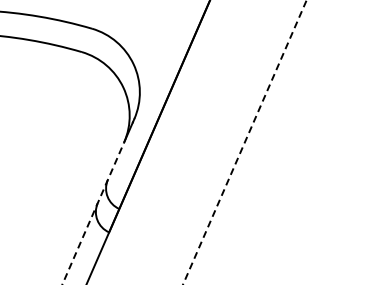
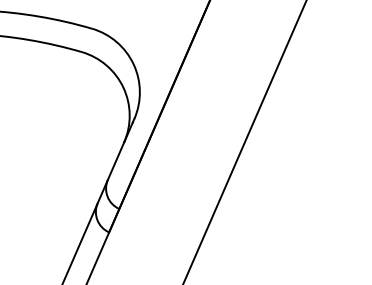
line at (245, 142): dashed -> solid
line at (93, 212): dashed -> solid
